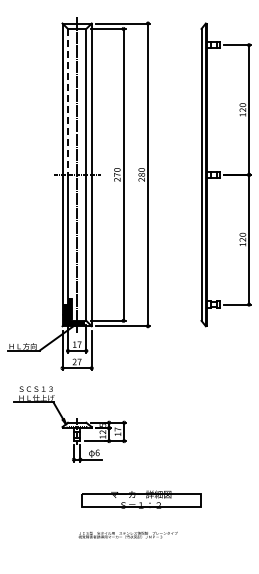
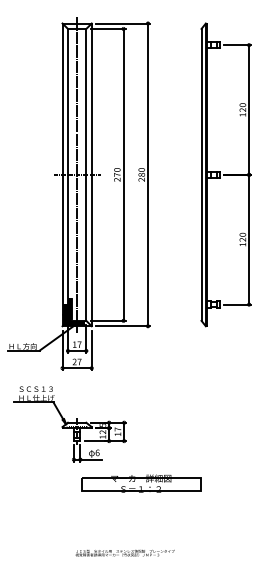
line at (67, 101): dashed -> solid
part at (141, 499) position: (141, 499) -> (141, 483)
text at (127, 534) position: (127, 534) -> (124, 552)
